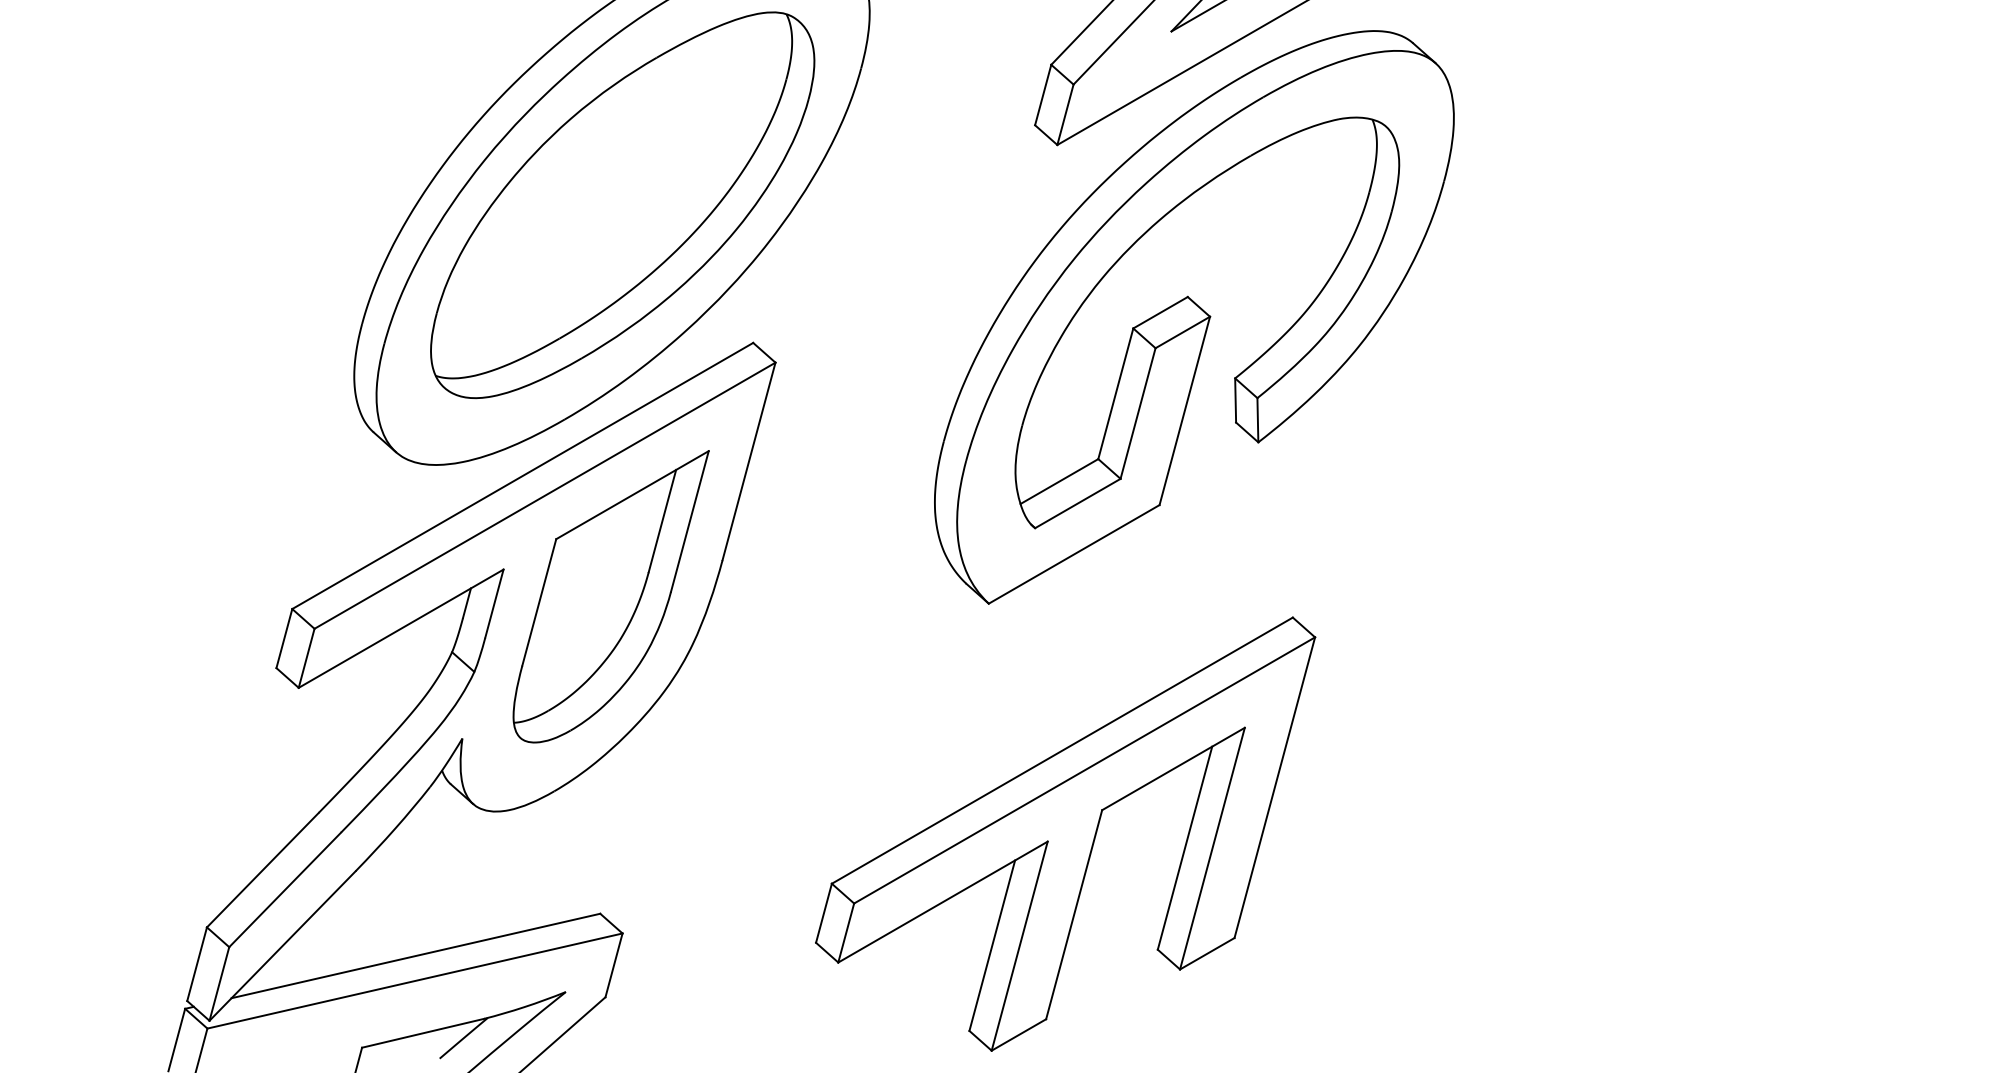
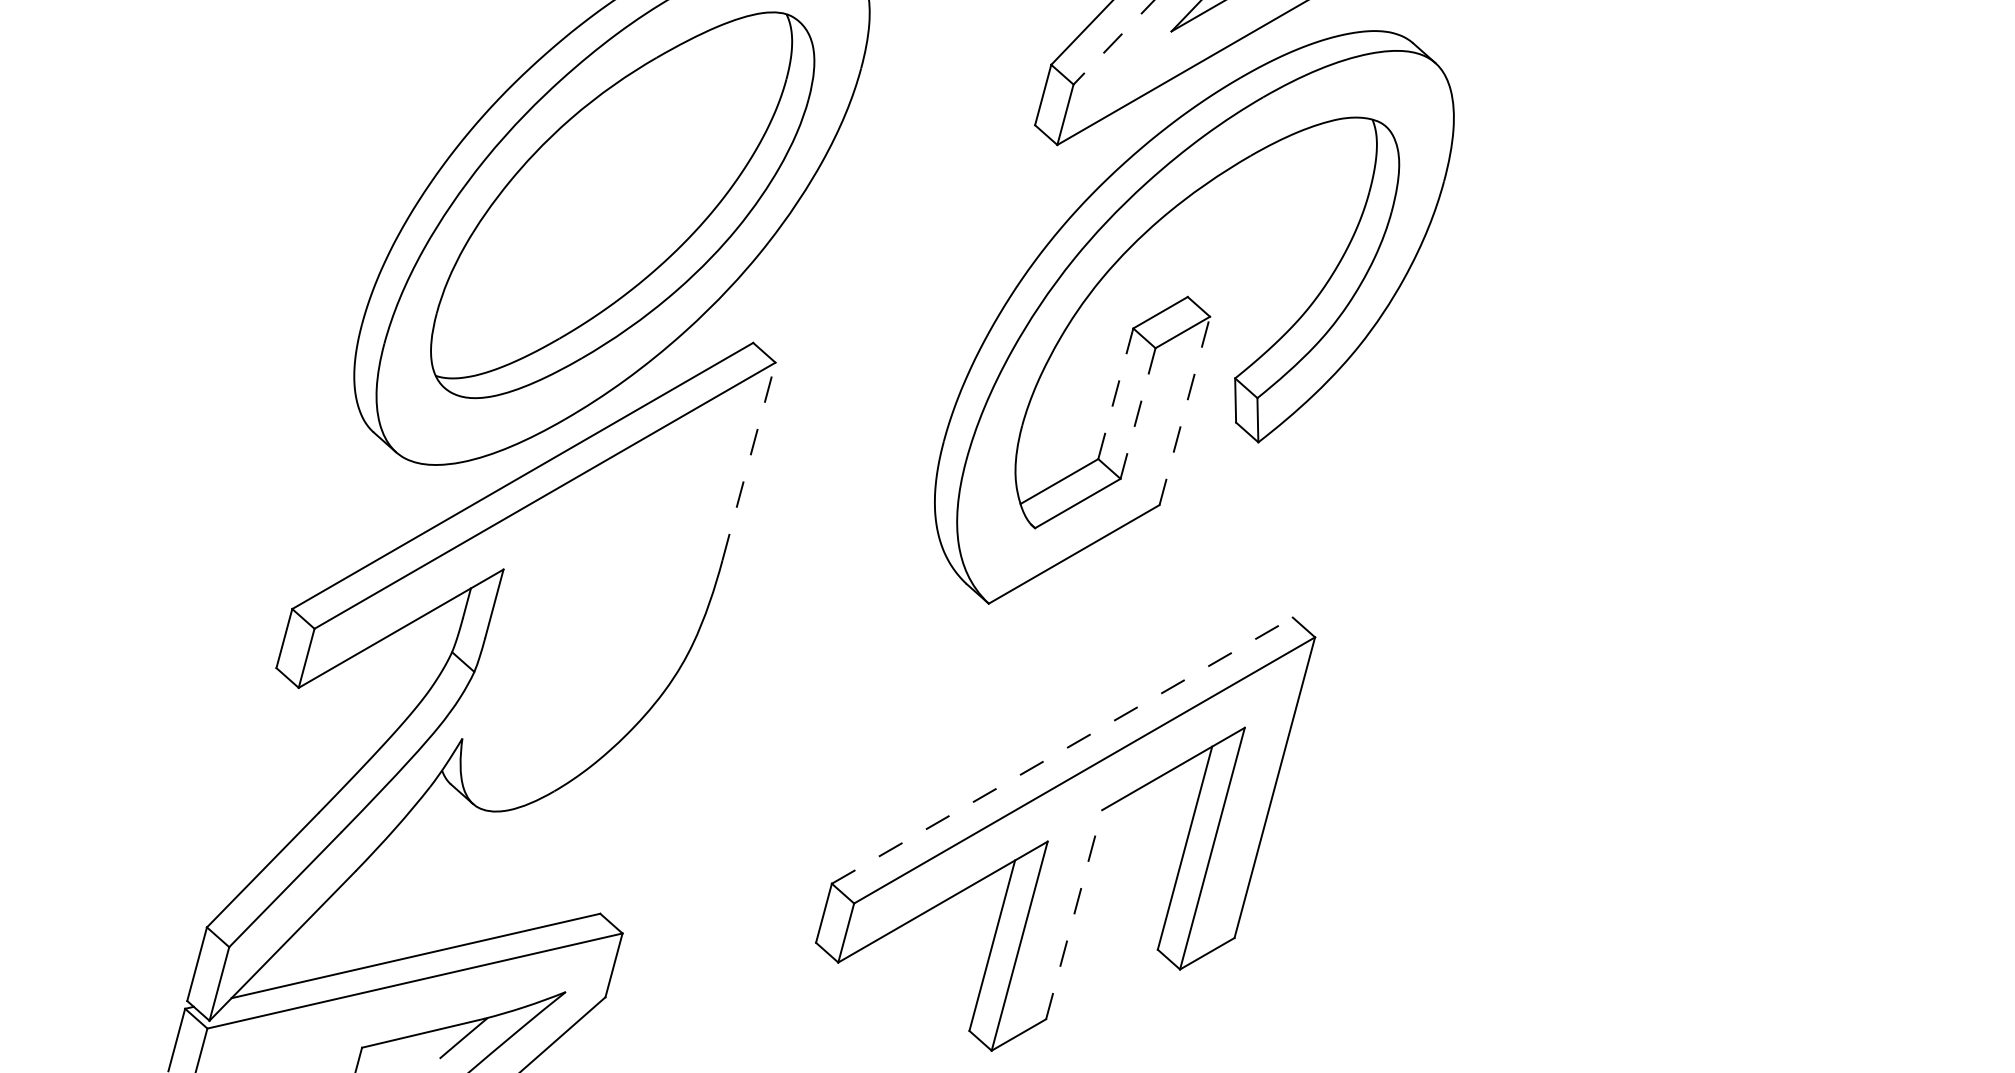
line at (1113, 42): solid -> dashed
line at (1115, 393): solid -> dashed
line at (1184, 410): solid -> dashed
line at (1138, 413): solid -> dashed
line at (749, 460): solid -> dashed
part at (610, 596): present -> none
line at (1062, 750): solid -> dashed
line at (1074, 914): solid -> dashed
